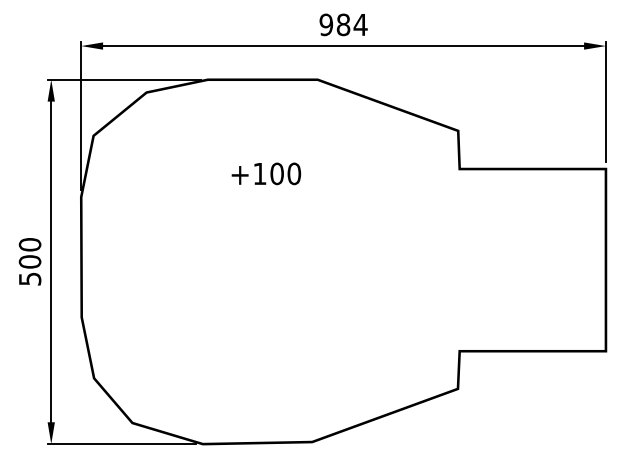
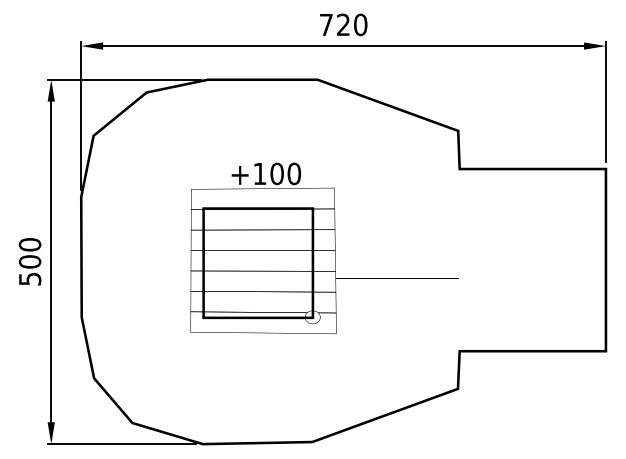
text at (343, 24): 984 -> 720
part at (324, 247): none -> present
